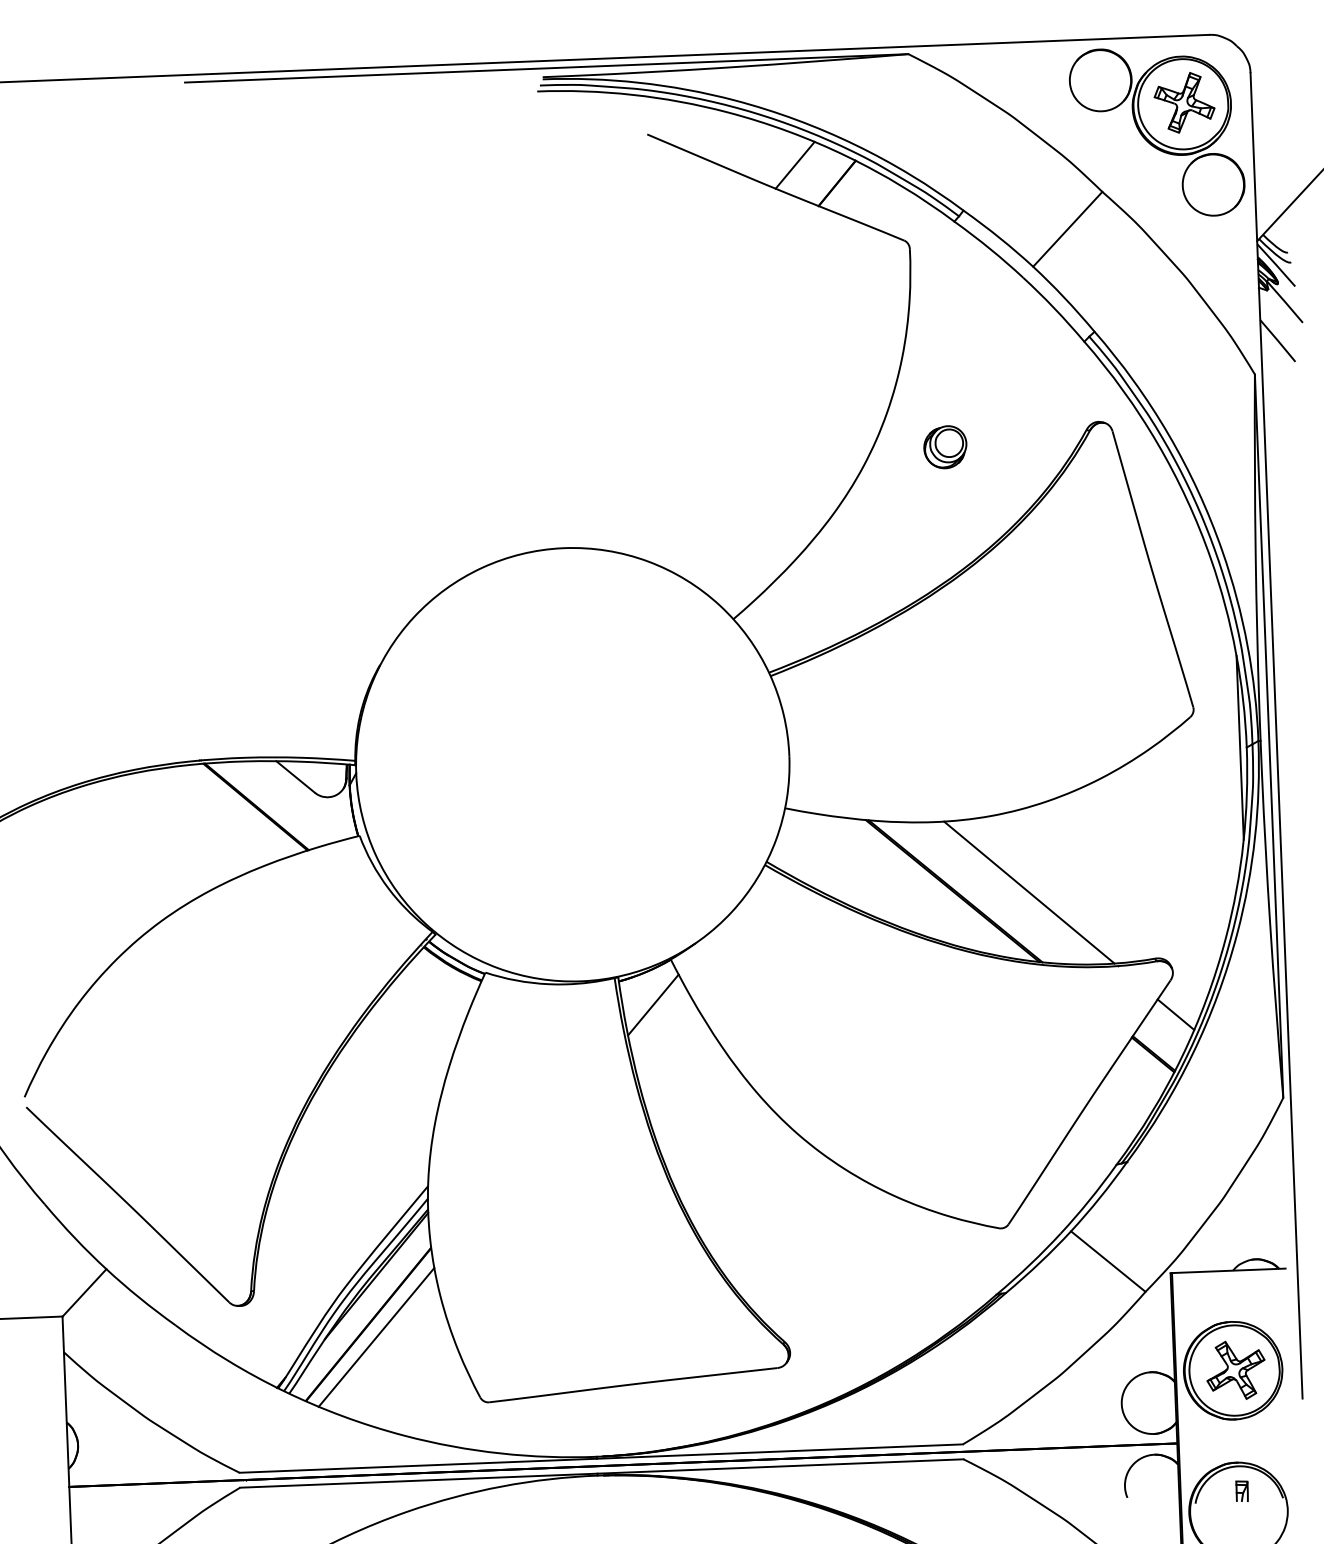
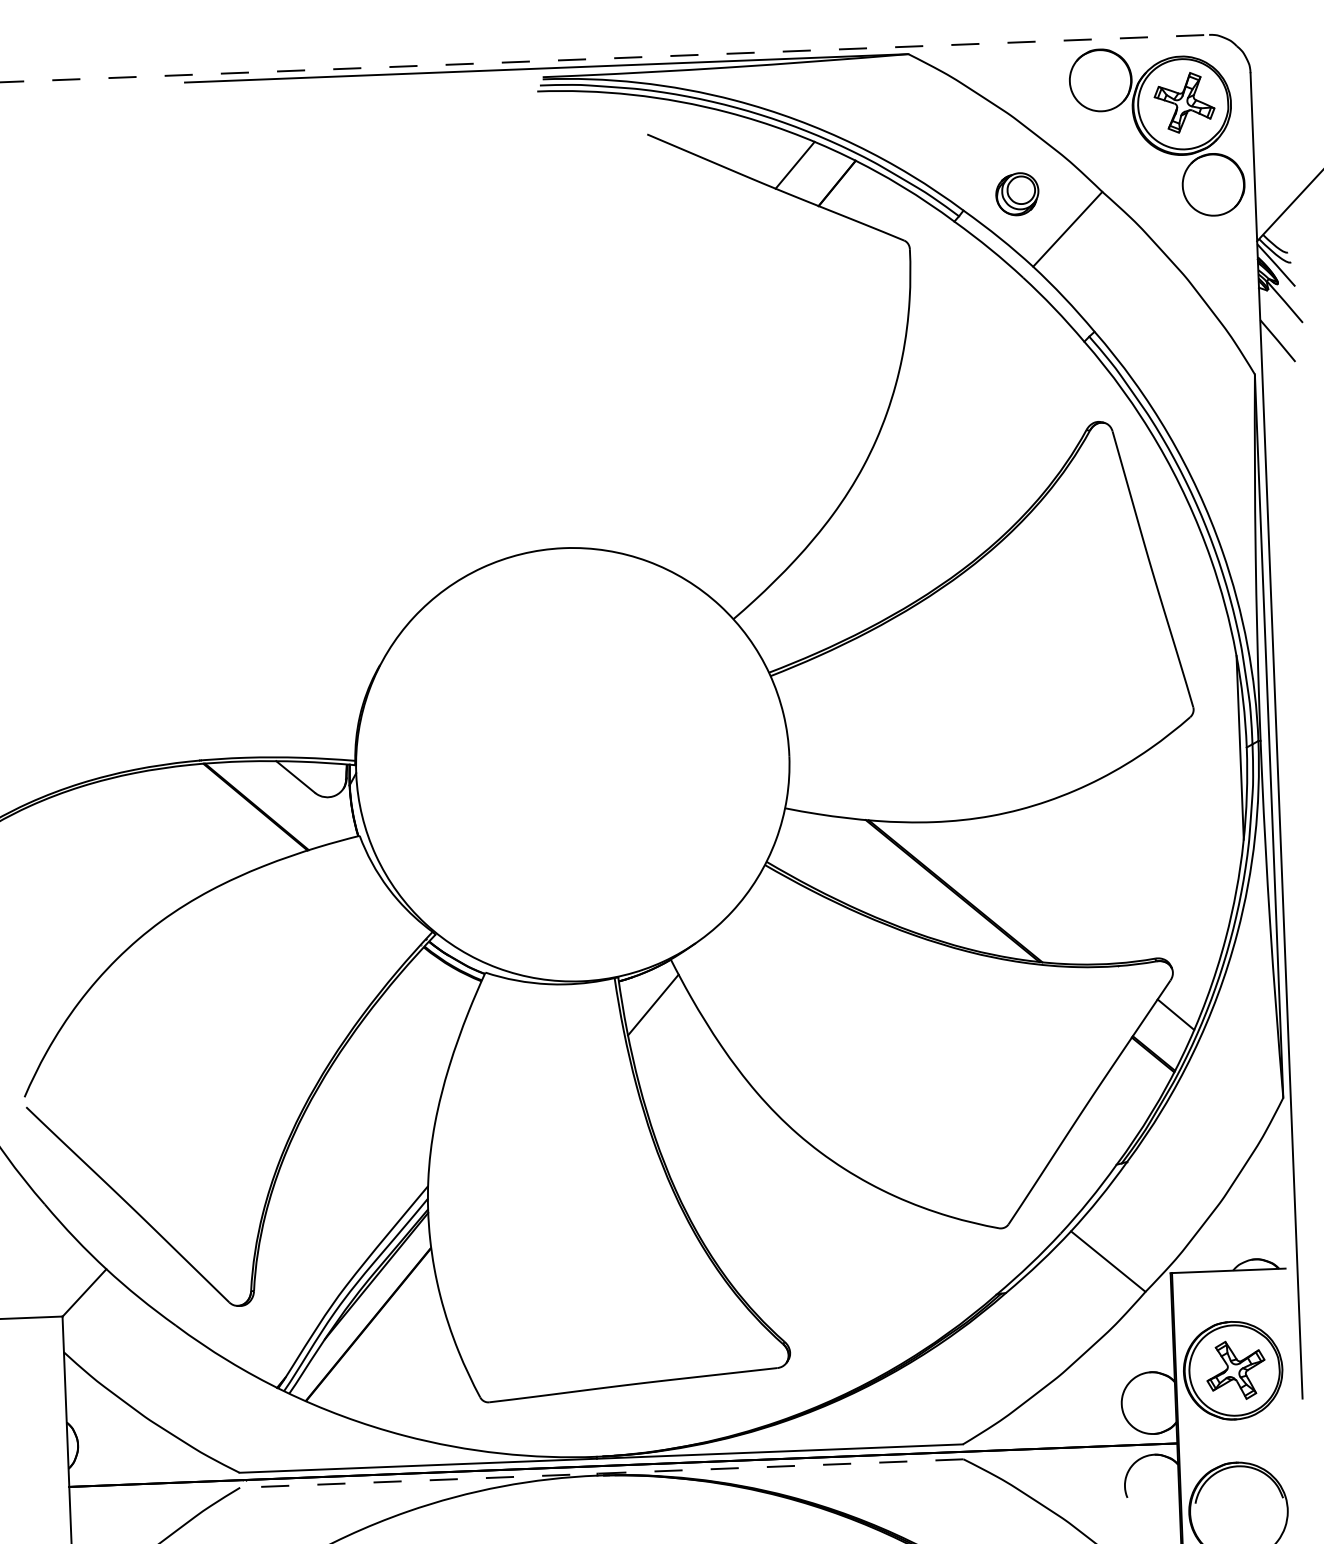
line at (604, 58): solid -> dashed
part at (945, 447) position: (945, 447) -> (1017, 194)
line at (1029, 892): present -> none
line at (376, 1337): present -> none
line at (601, 1473): solid -> dashed
part at (1241, 1490): present -> none
